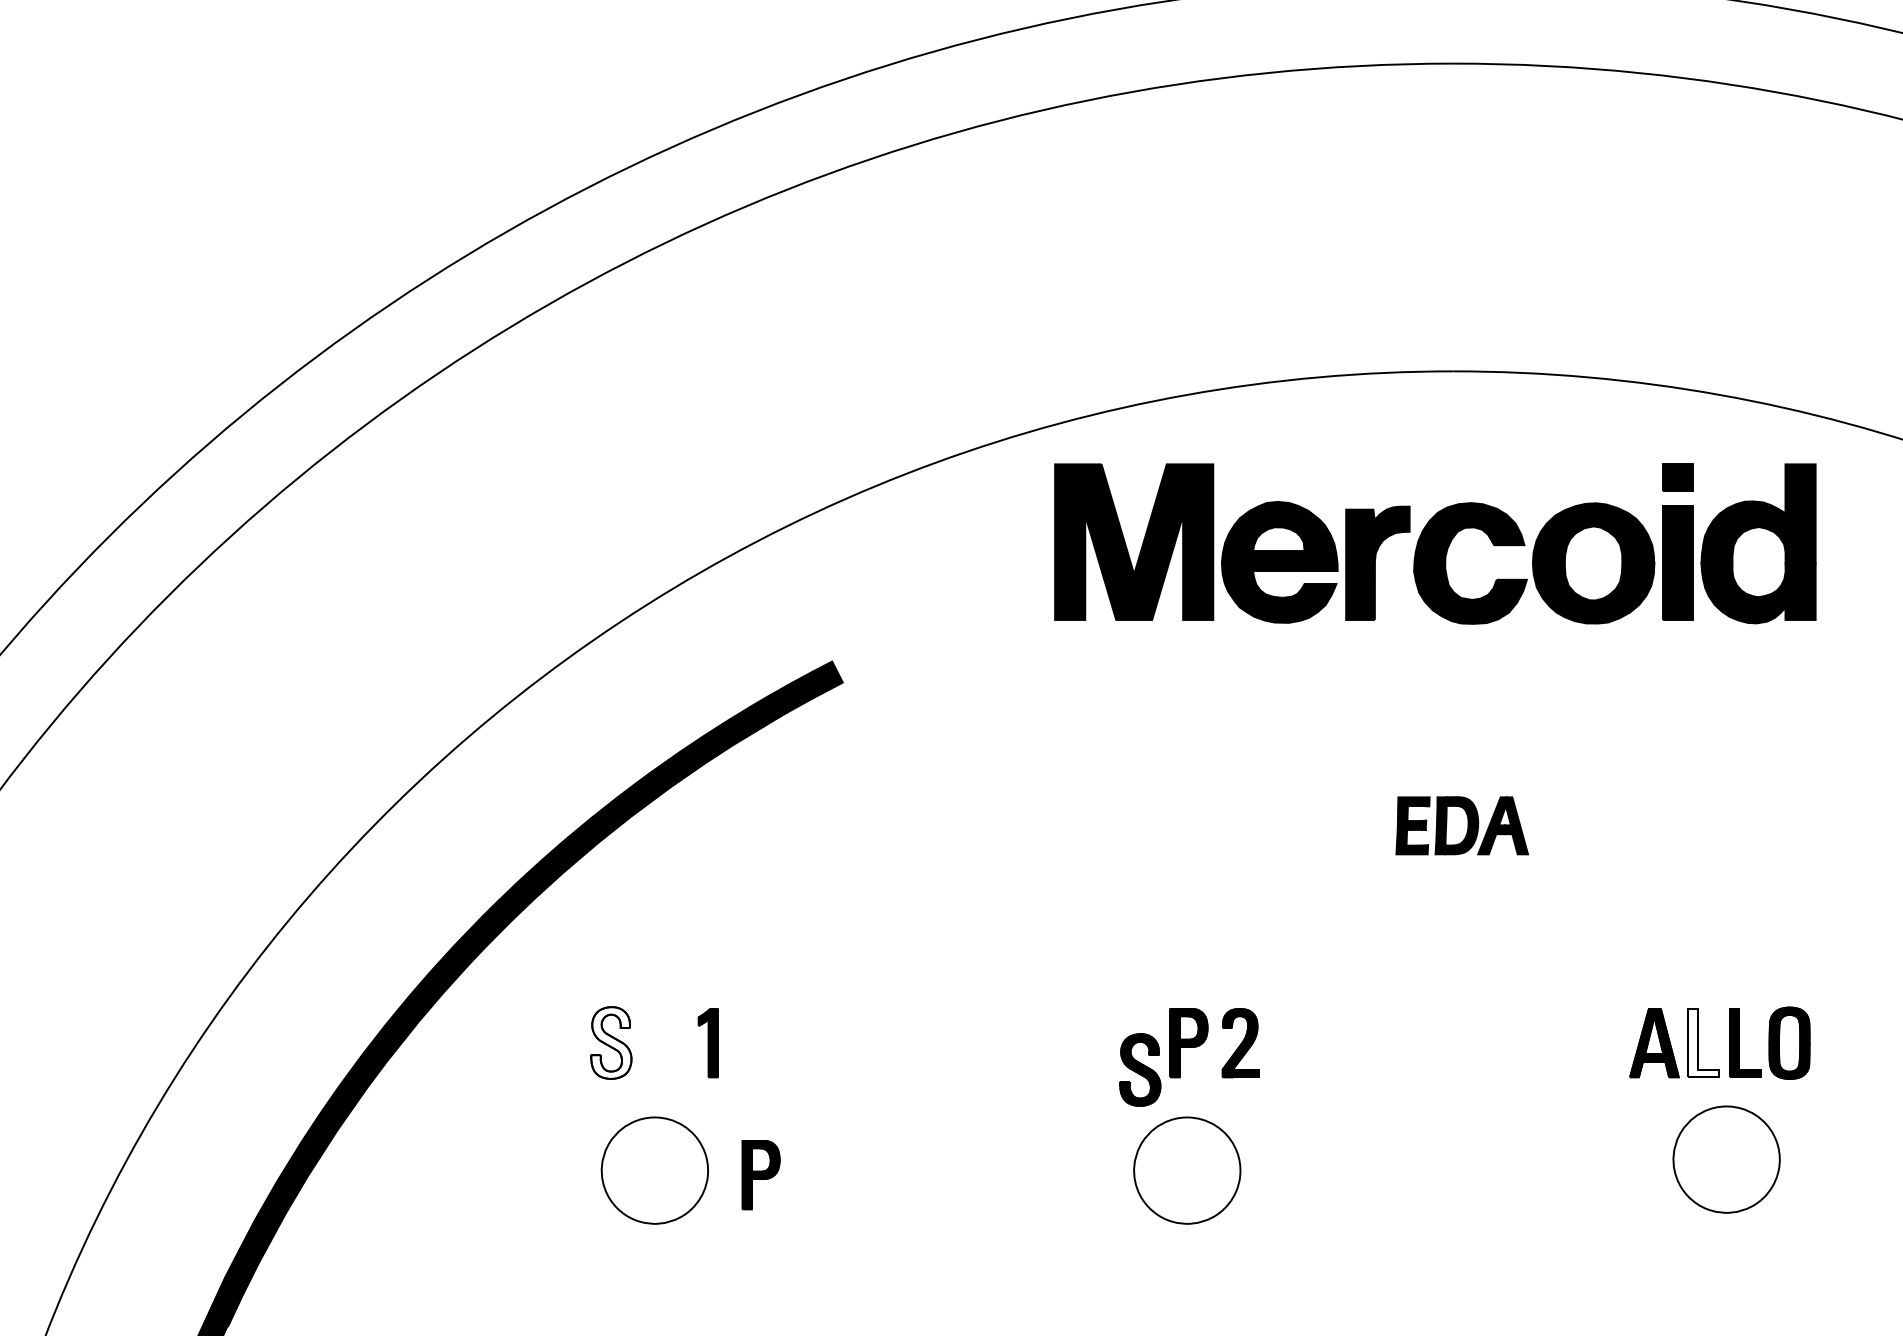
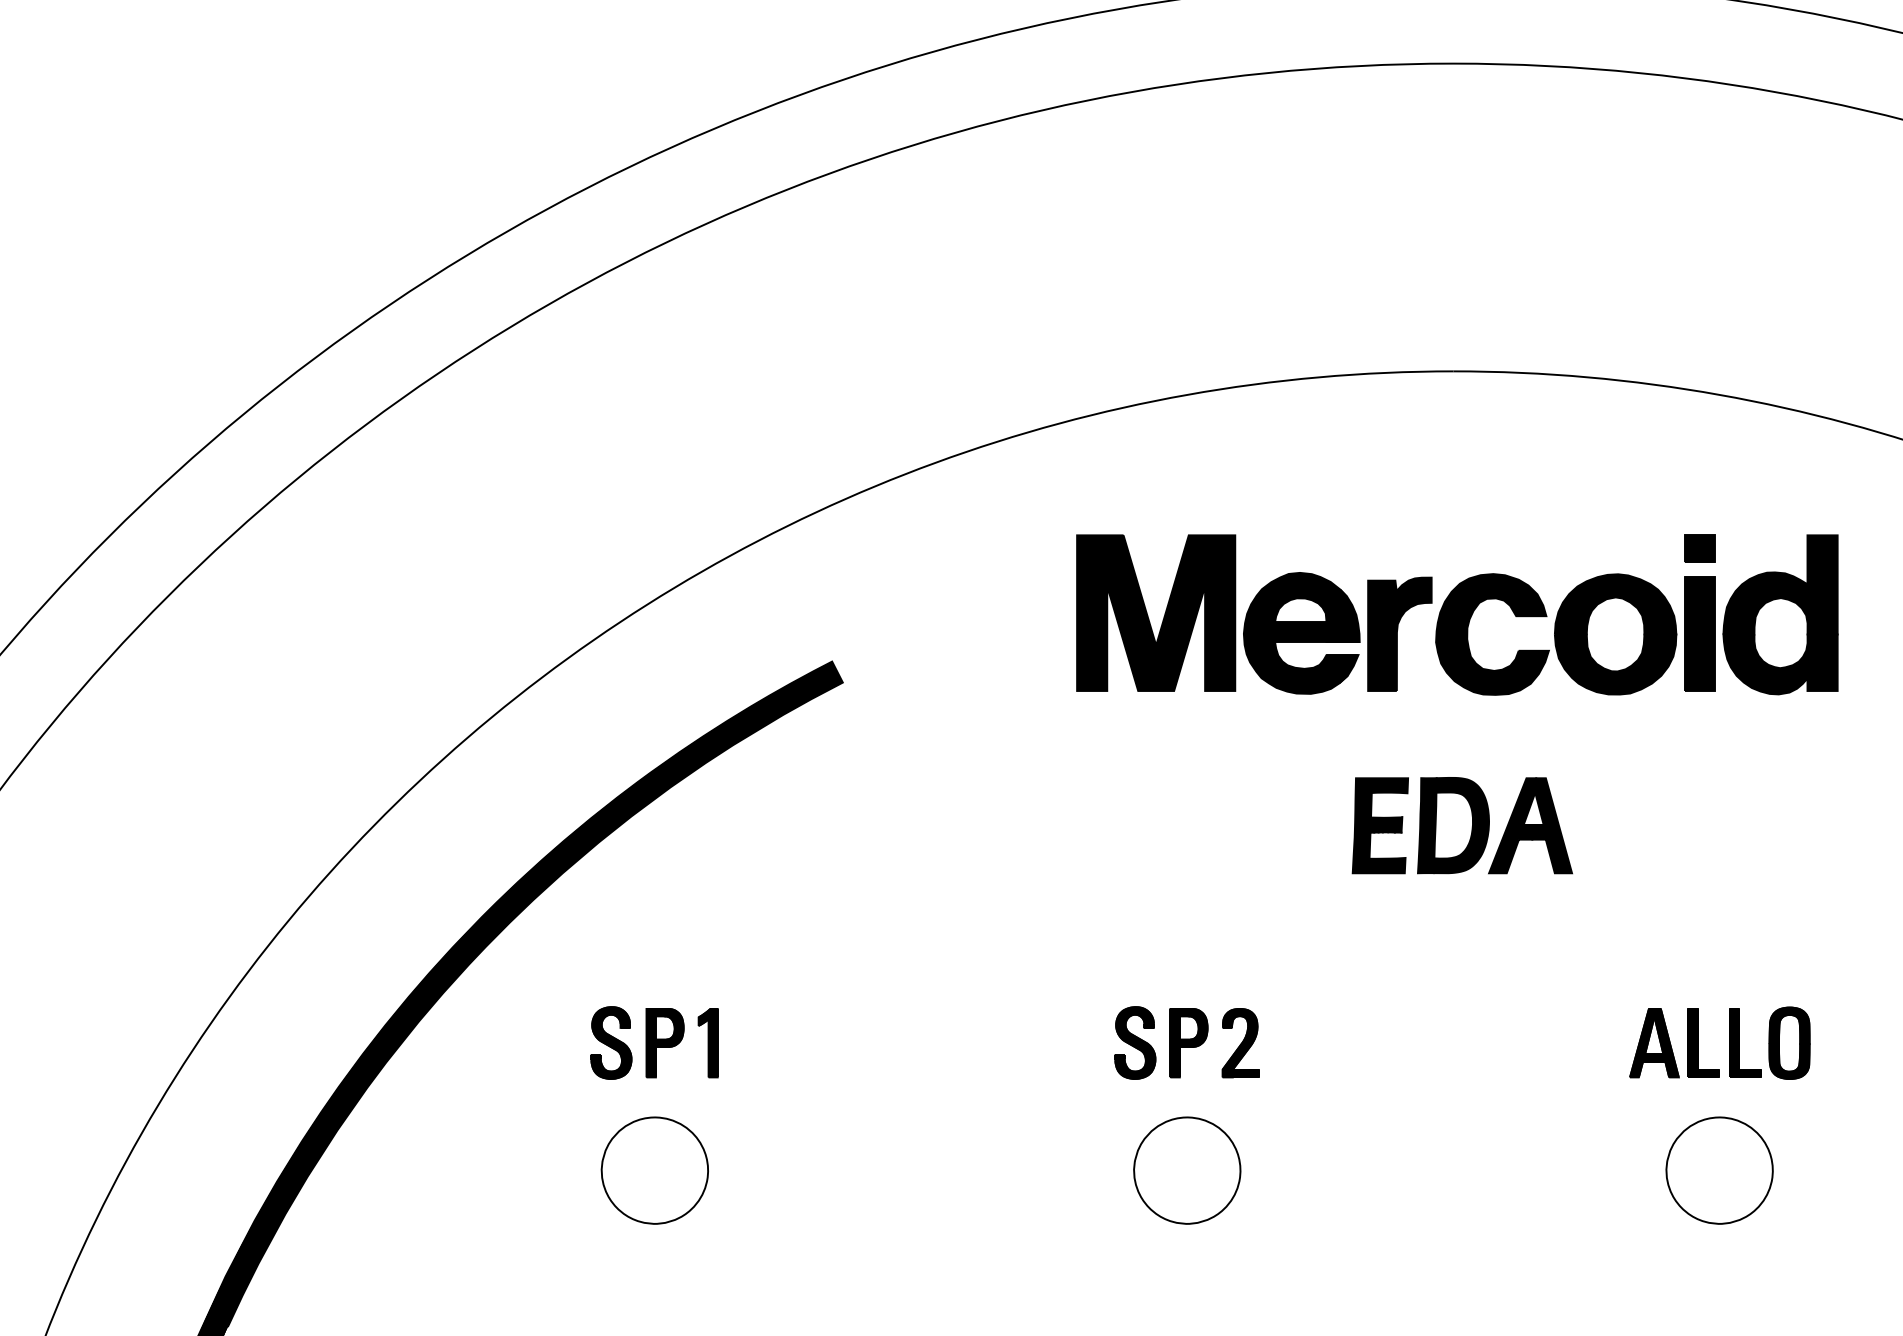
part at (1435, 543) position: (1435, 543) -> (1457, 614)
part at (1461, 825) size: 134x60 px -> 222x98 px
fill at (611, 1042): none -> present
fill at (1703, 1042): none -> present
part at (1140, 1069) position: (1140, 1069) -> (1135, 1042)
part at (1726, 1159) position: (1726, 1159) -> (1719, 1170)
part at (760, 1175) position: (760, 1175) -> (664, 1043)
